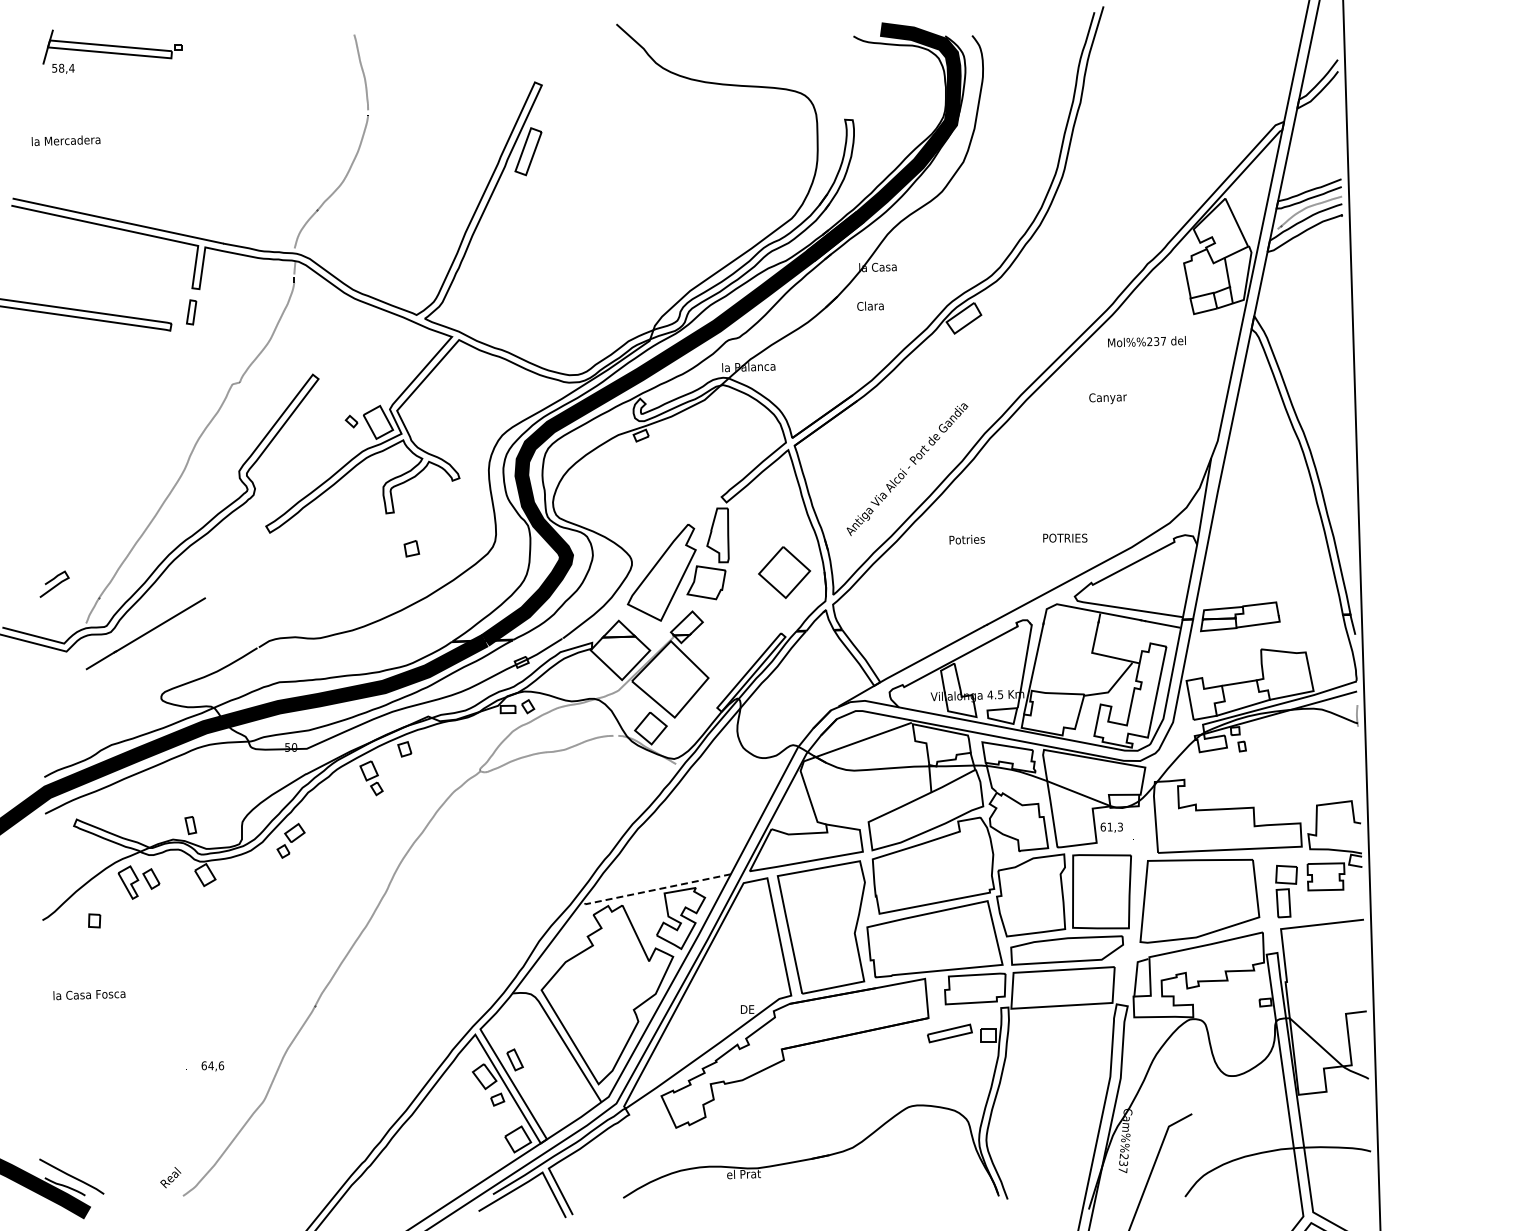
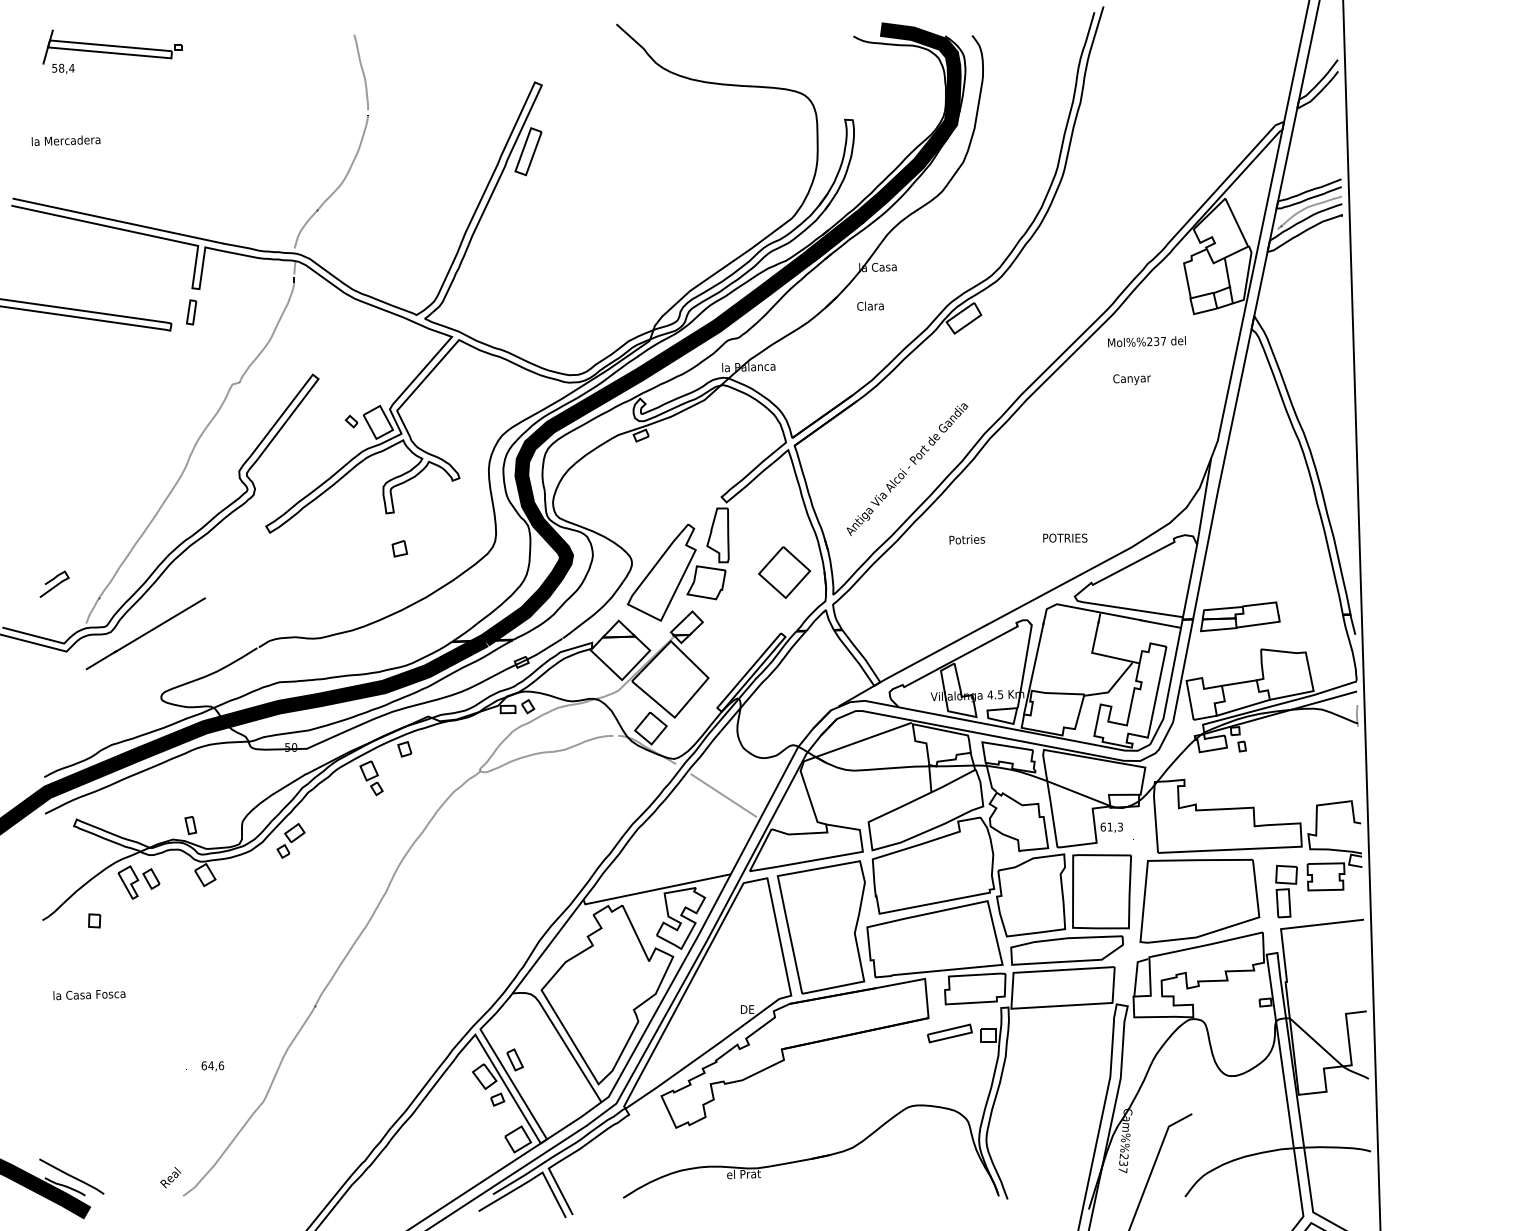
text at (1107, 398) position: (1107, 398) -> (1131, 379)
part at (411, 548) position: (411, 548) -> (399, 548)
line at (723, 795): none -> present
line at (654, 889): dashed -> solid
